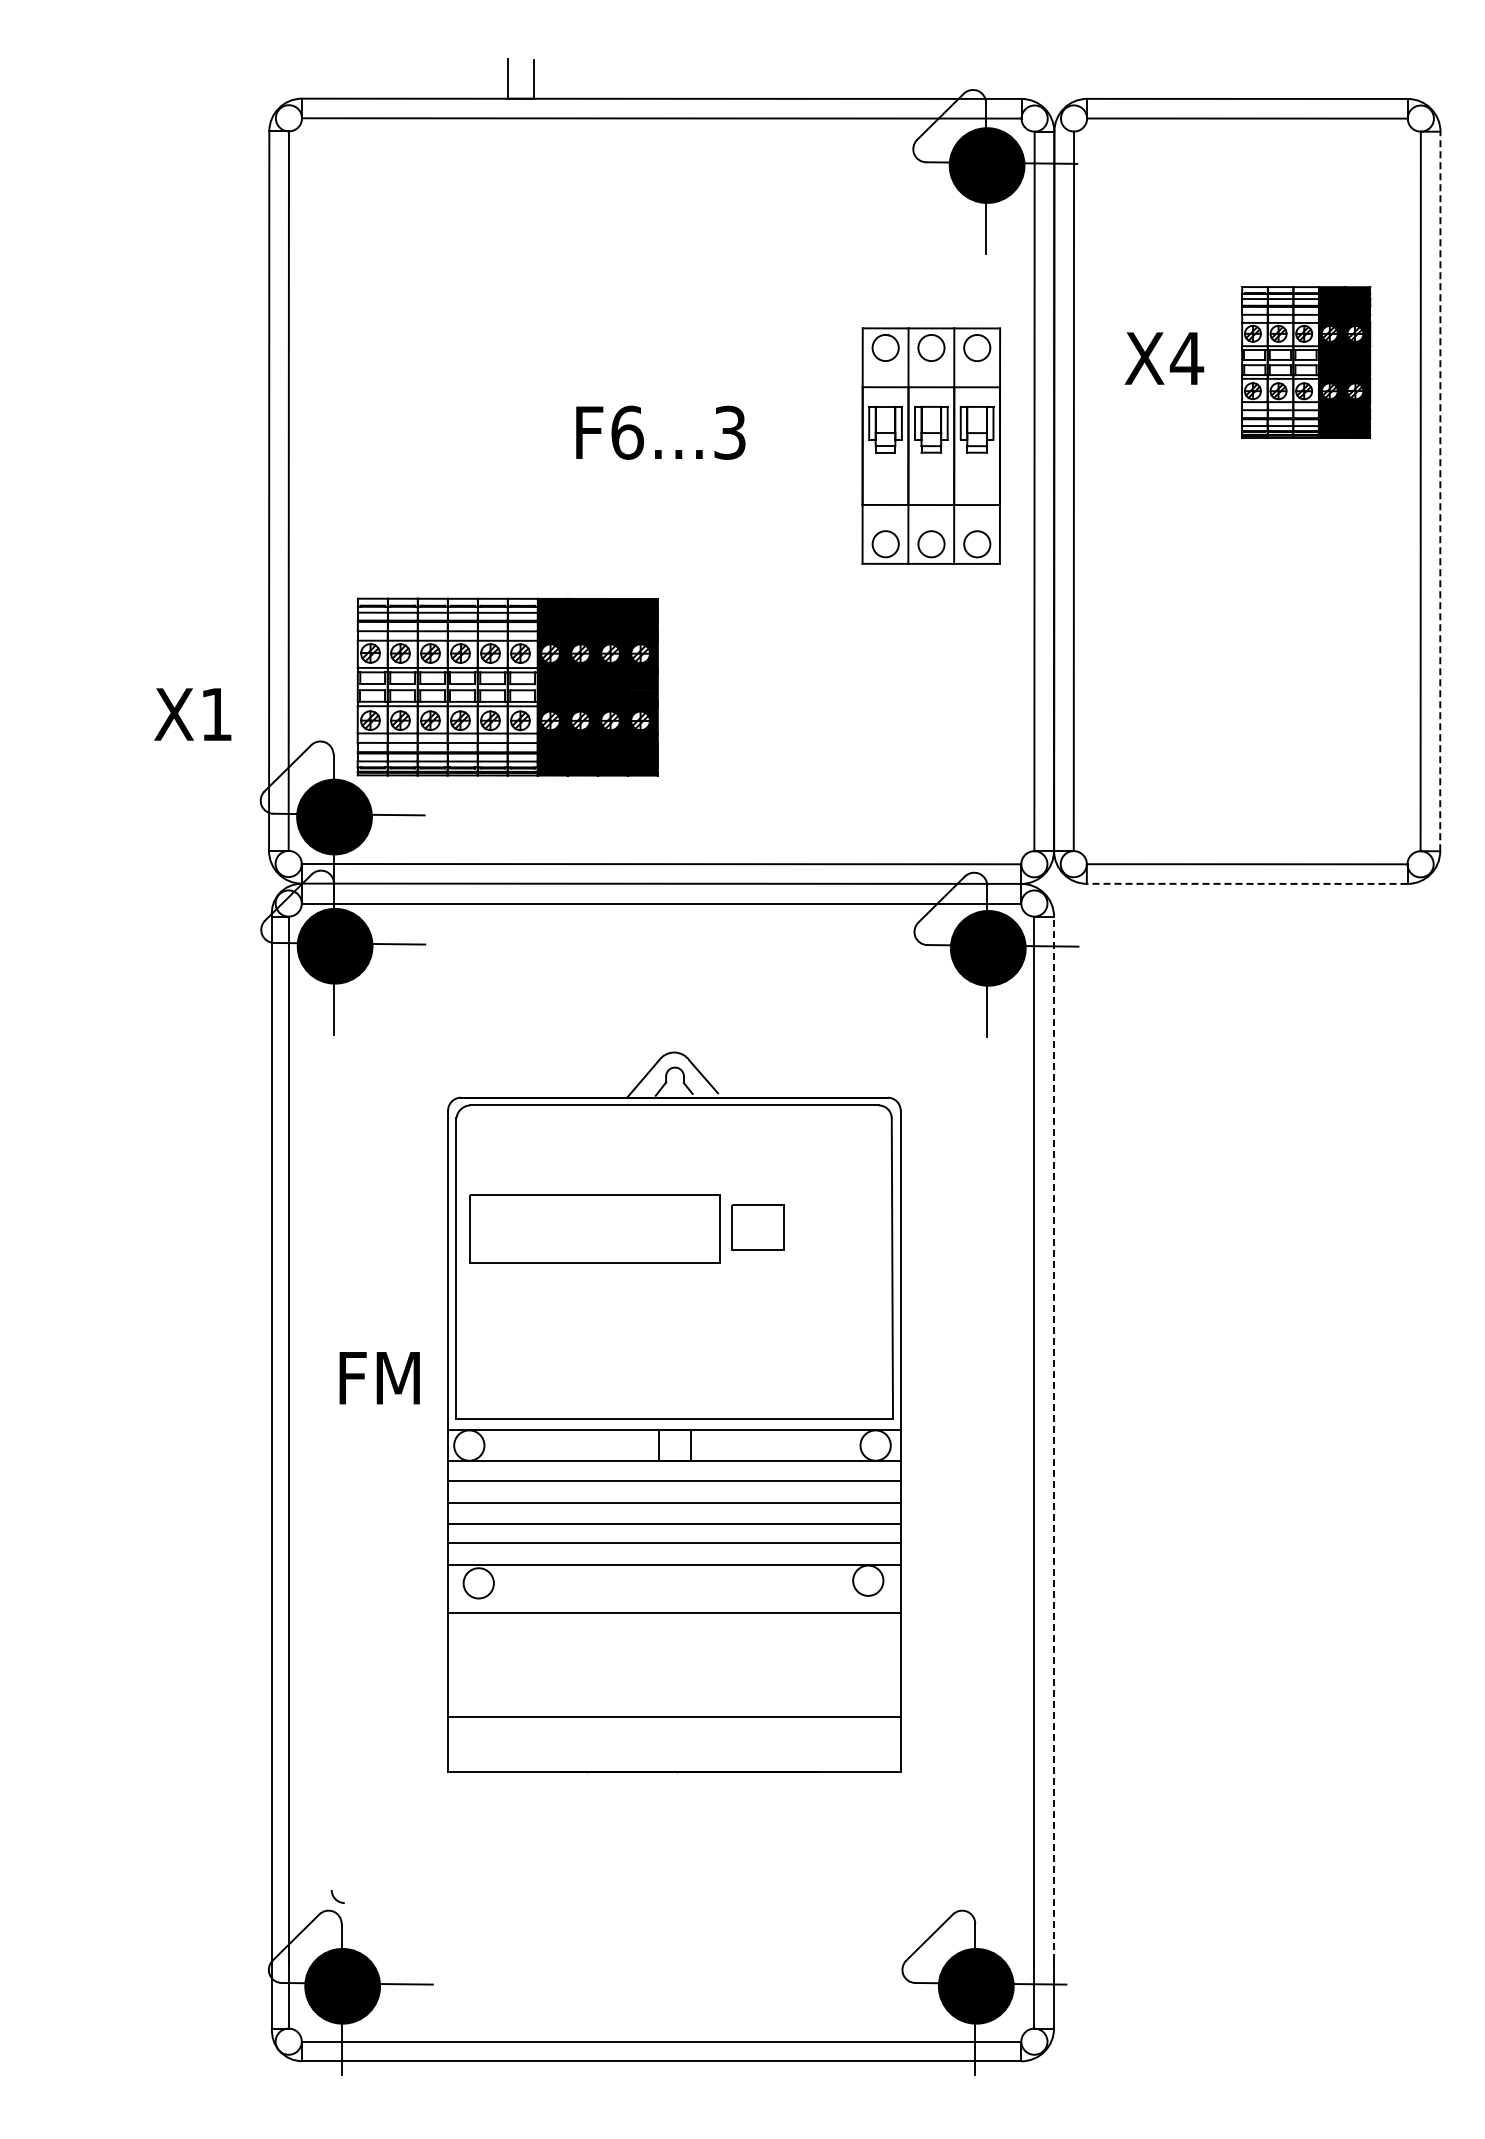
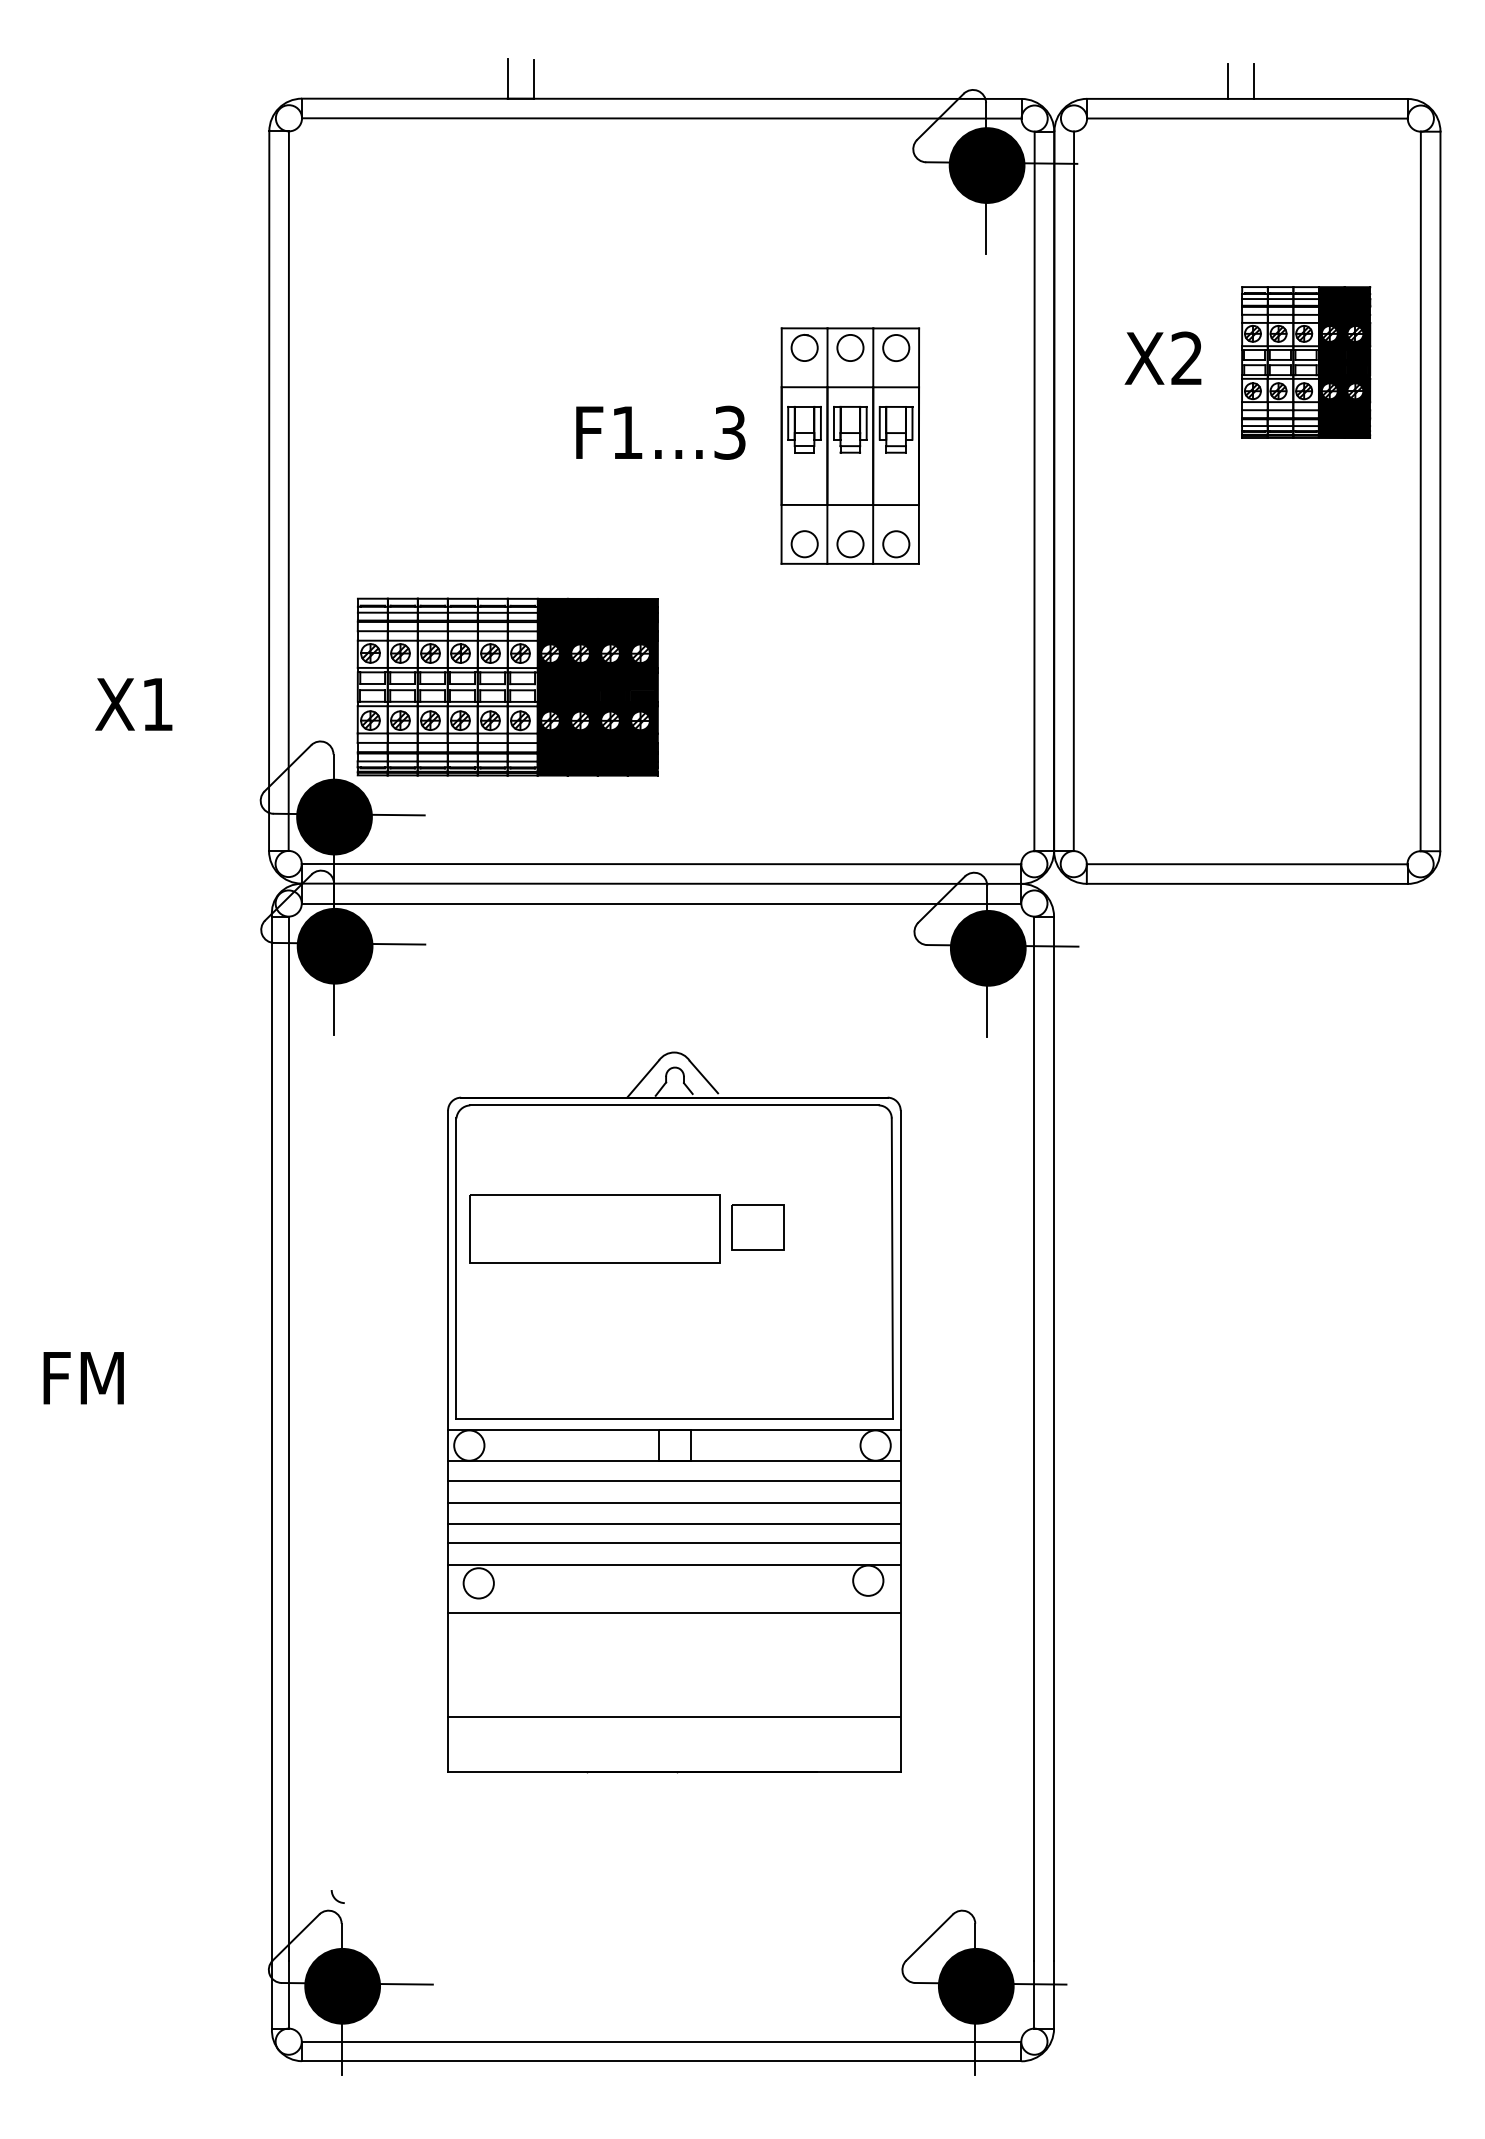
line at (1227, 81): none -> present
line at (1253, 81): none -> present
text at (1186, 357): X4 -> X2
text at (627, 432): F6...3 -> F1...3
part at (931, 445) position: (931, 445) -> (850, 445)
line at (1440, 491): dashed -> solid
text at (192, 714) position: (192, 714) -> (133, 704)
line at (1246, 883): dashed -> solid
text at (379, 1378) position: (379, 1378) -> (83, 1378)
line at (1054, 1438): dashed -> solid
